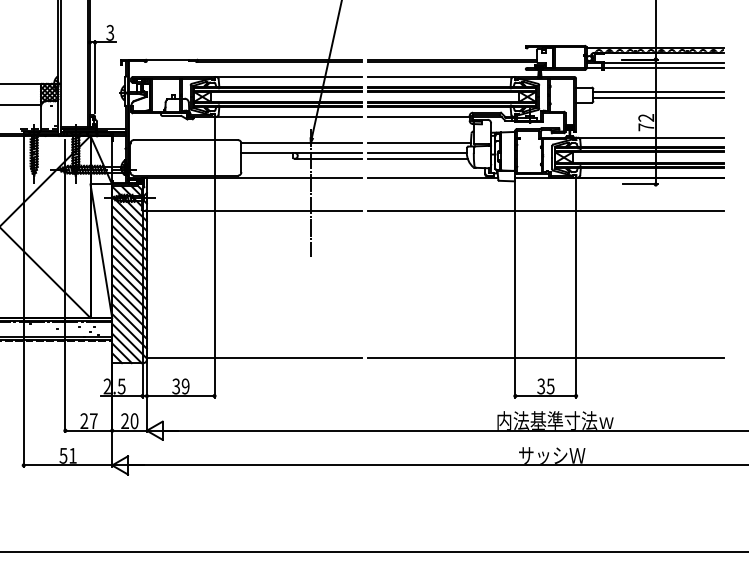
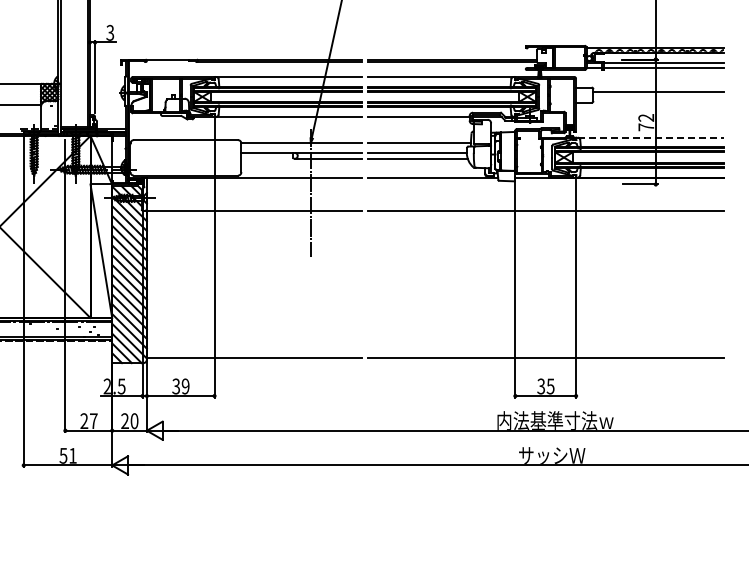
line at (658, 98): present -> none
line at (651, 137): solid -> dashed
line at (373, 552): present -> none
